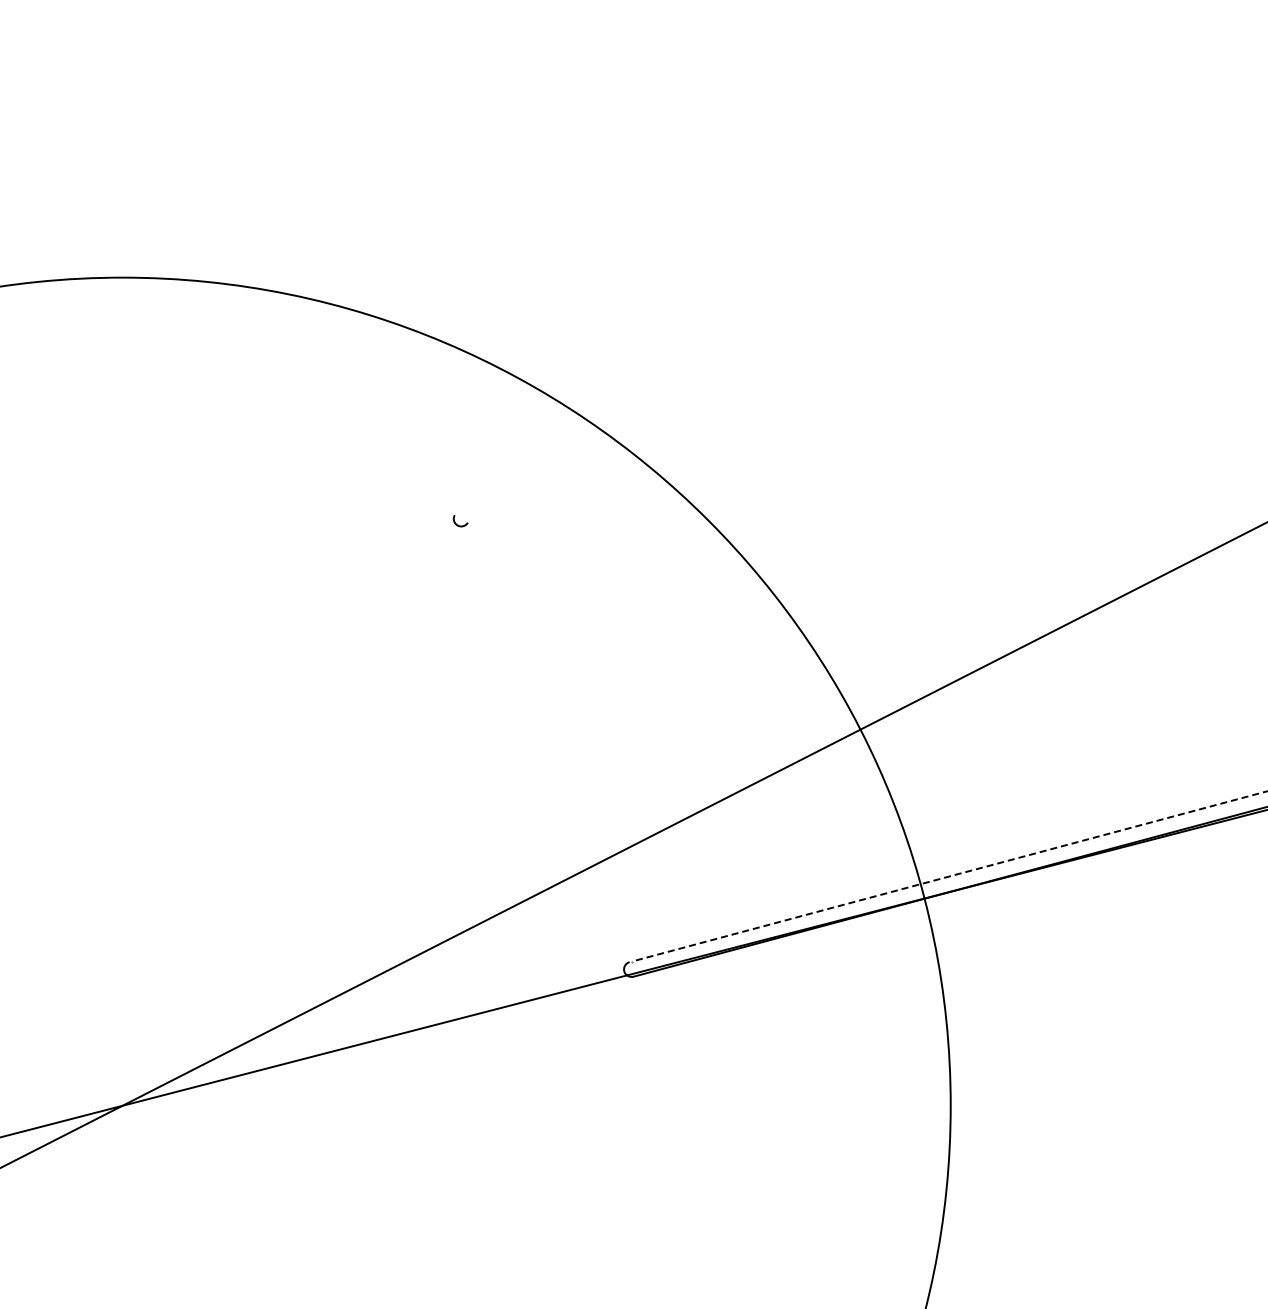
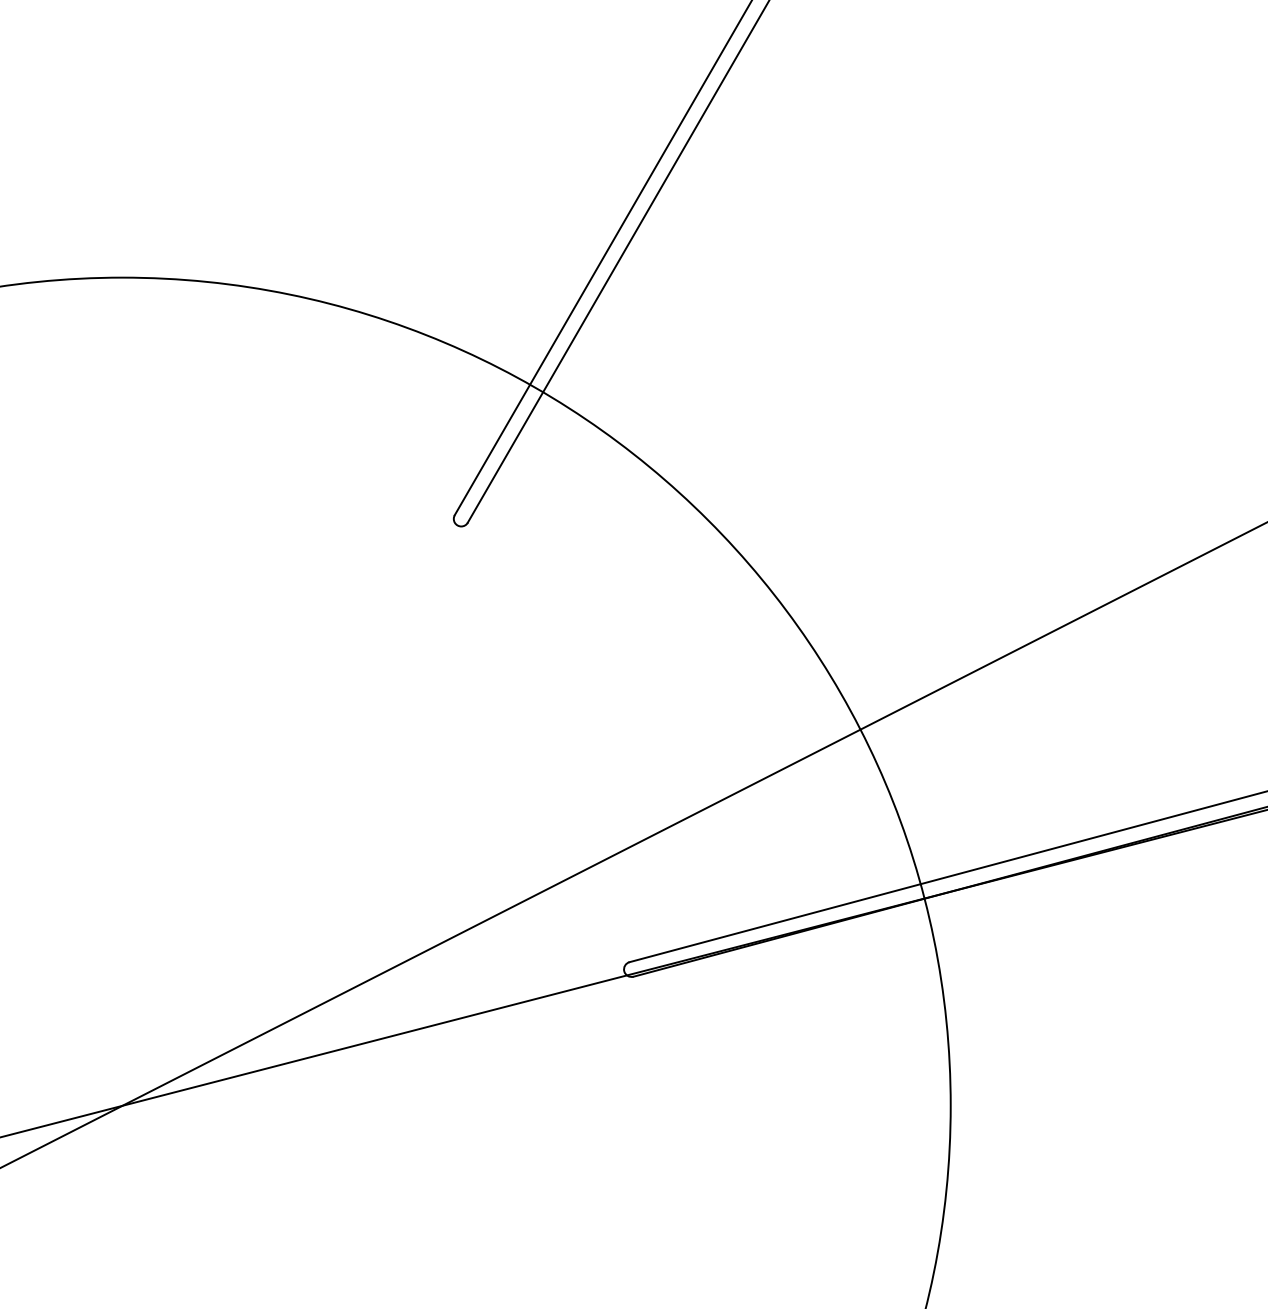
line at (602, 258): none -> present
line at (617, 262): none -> present
line at (948, 876): dashed -> solid
